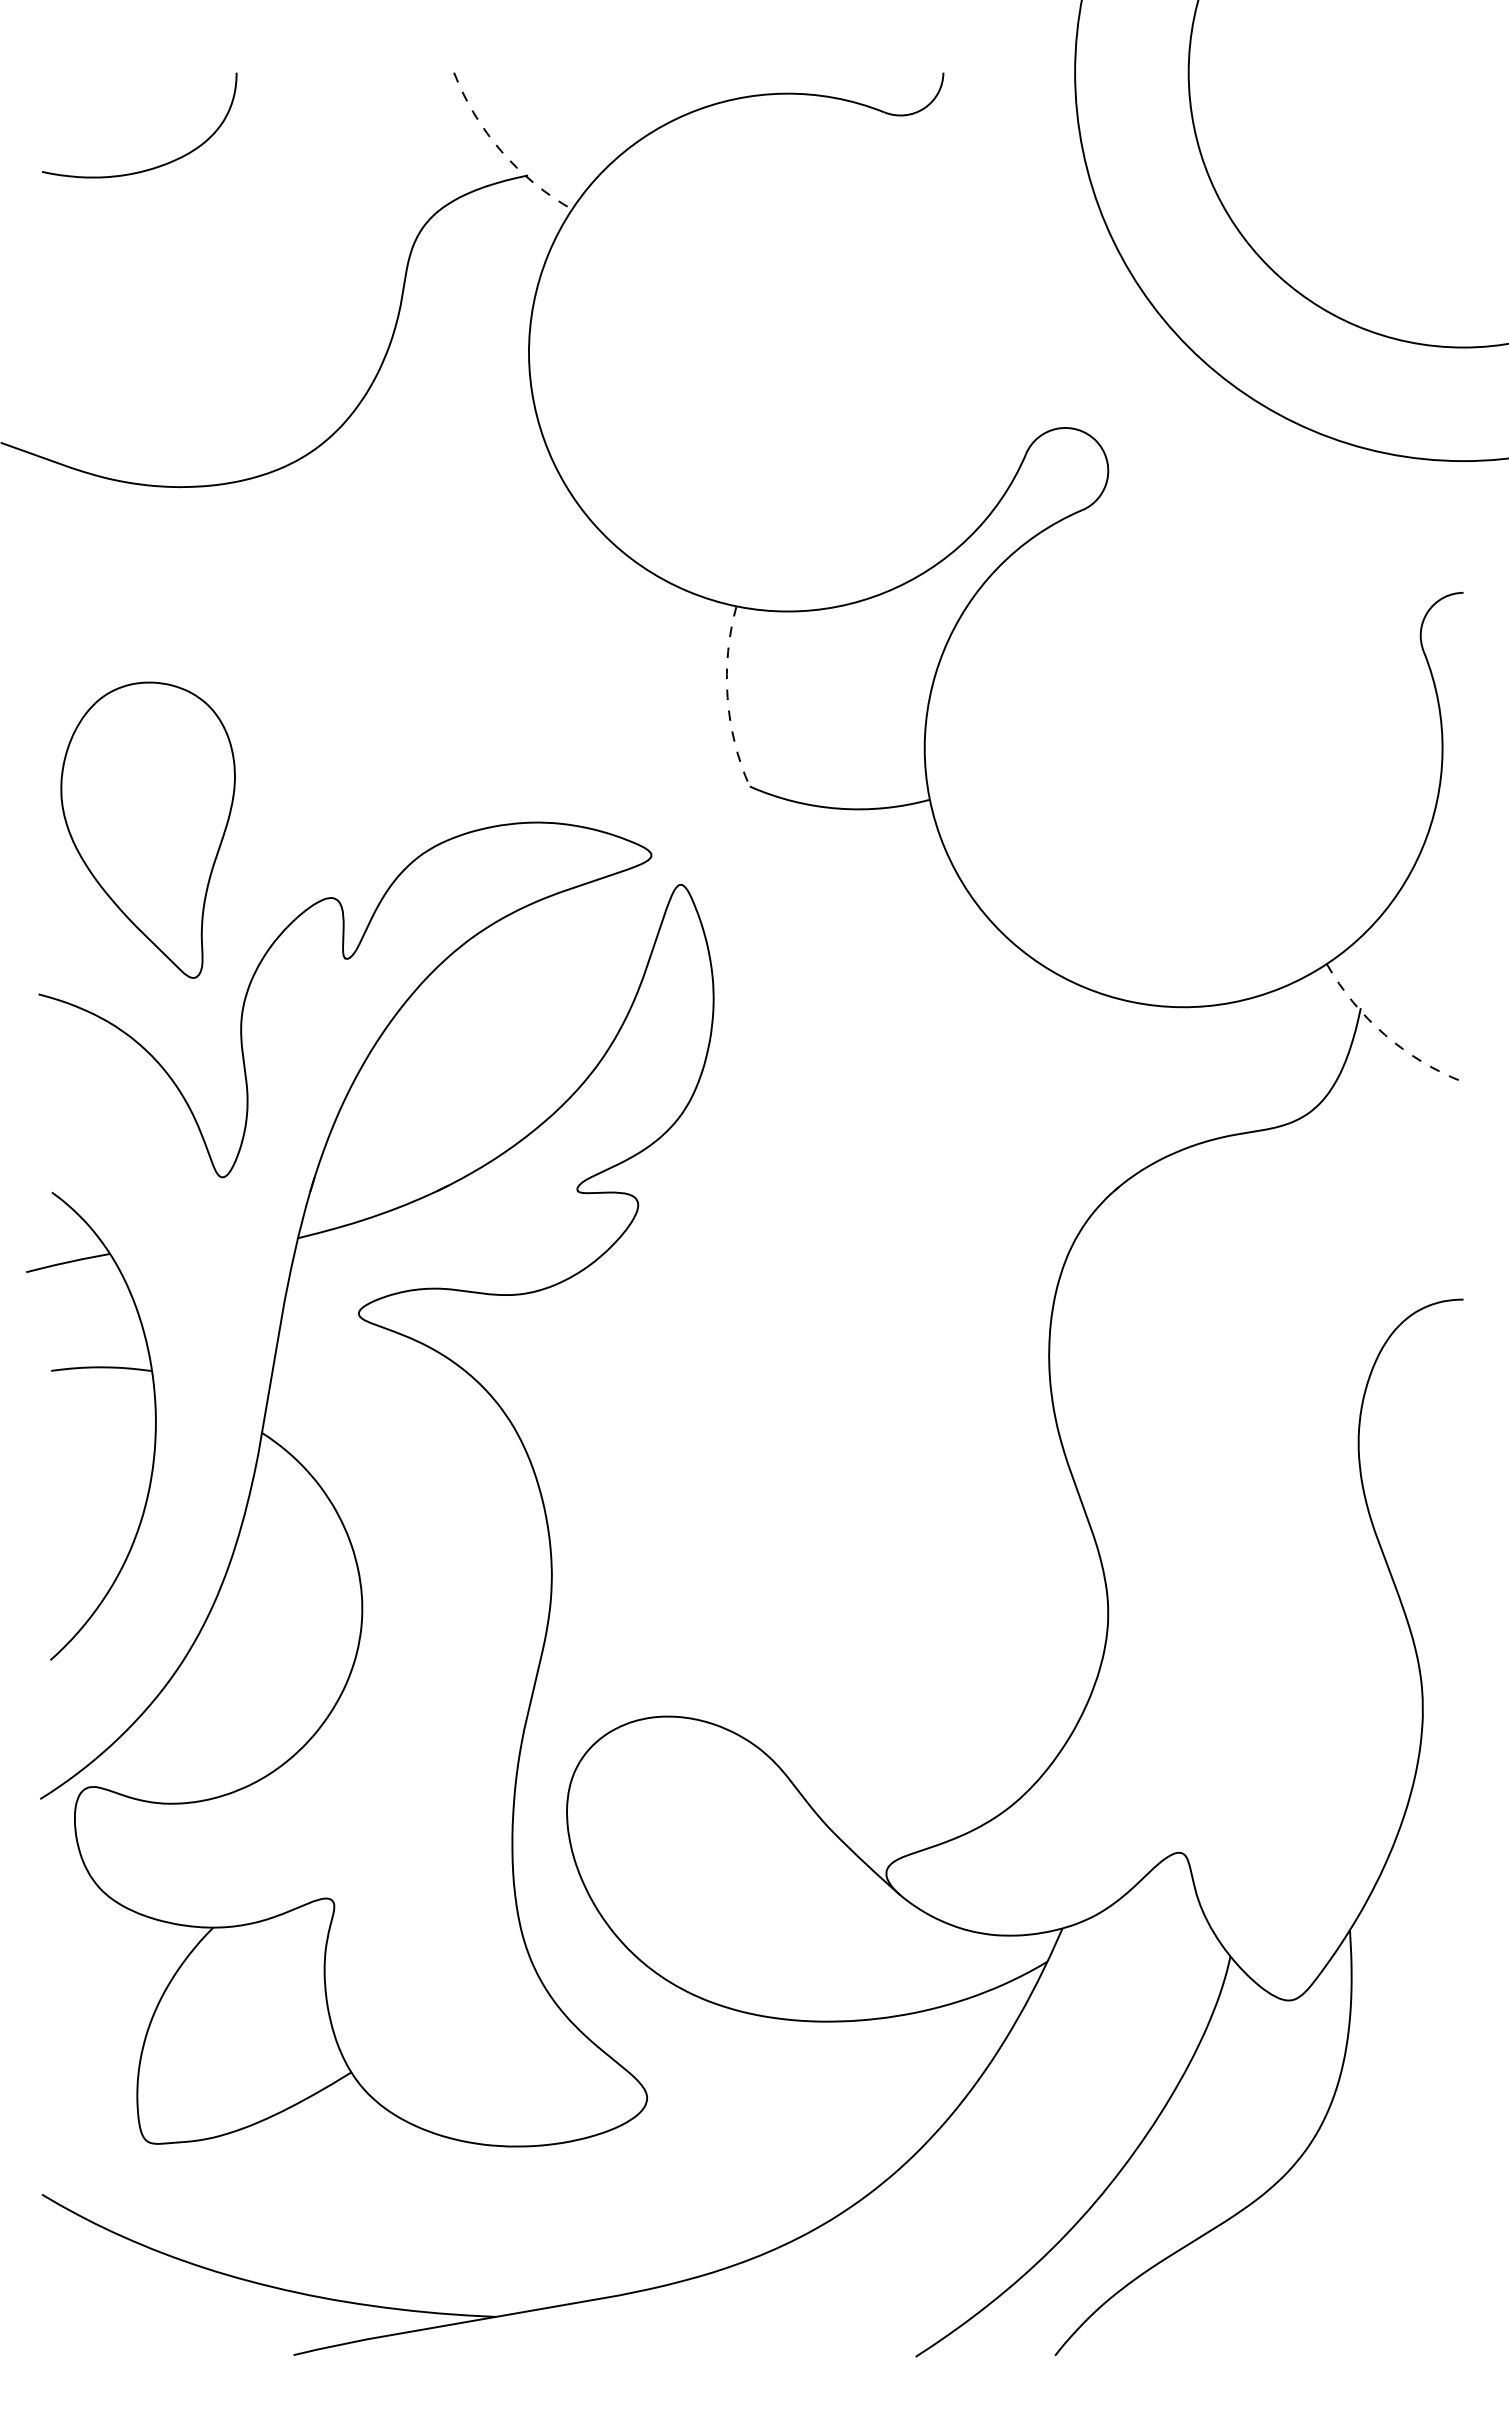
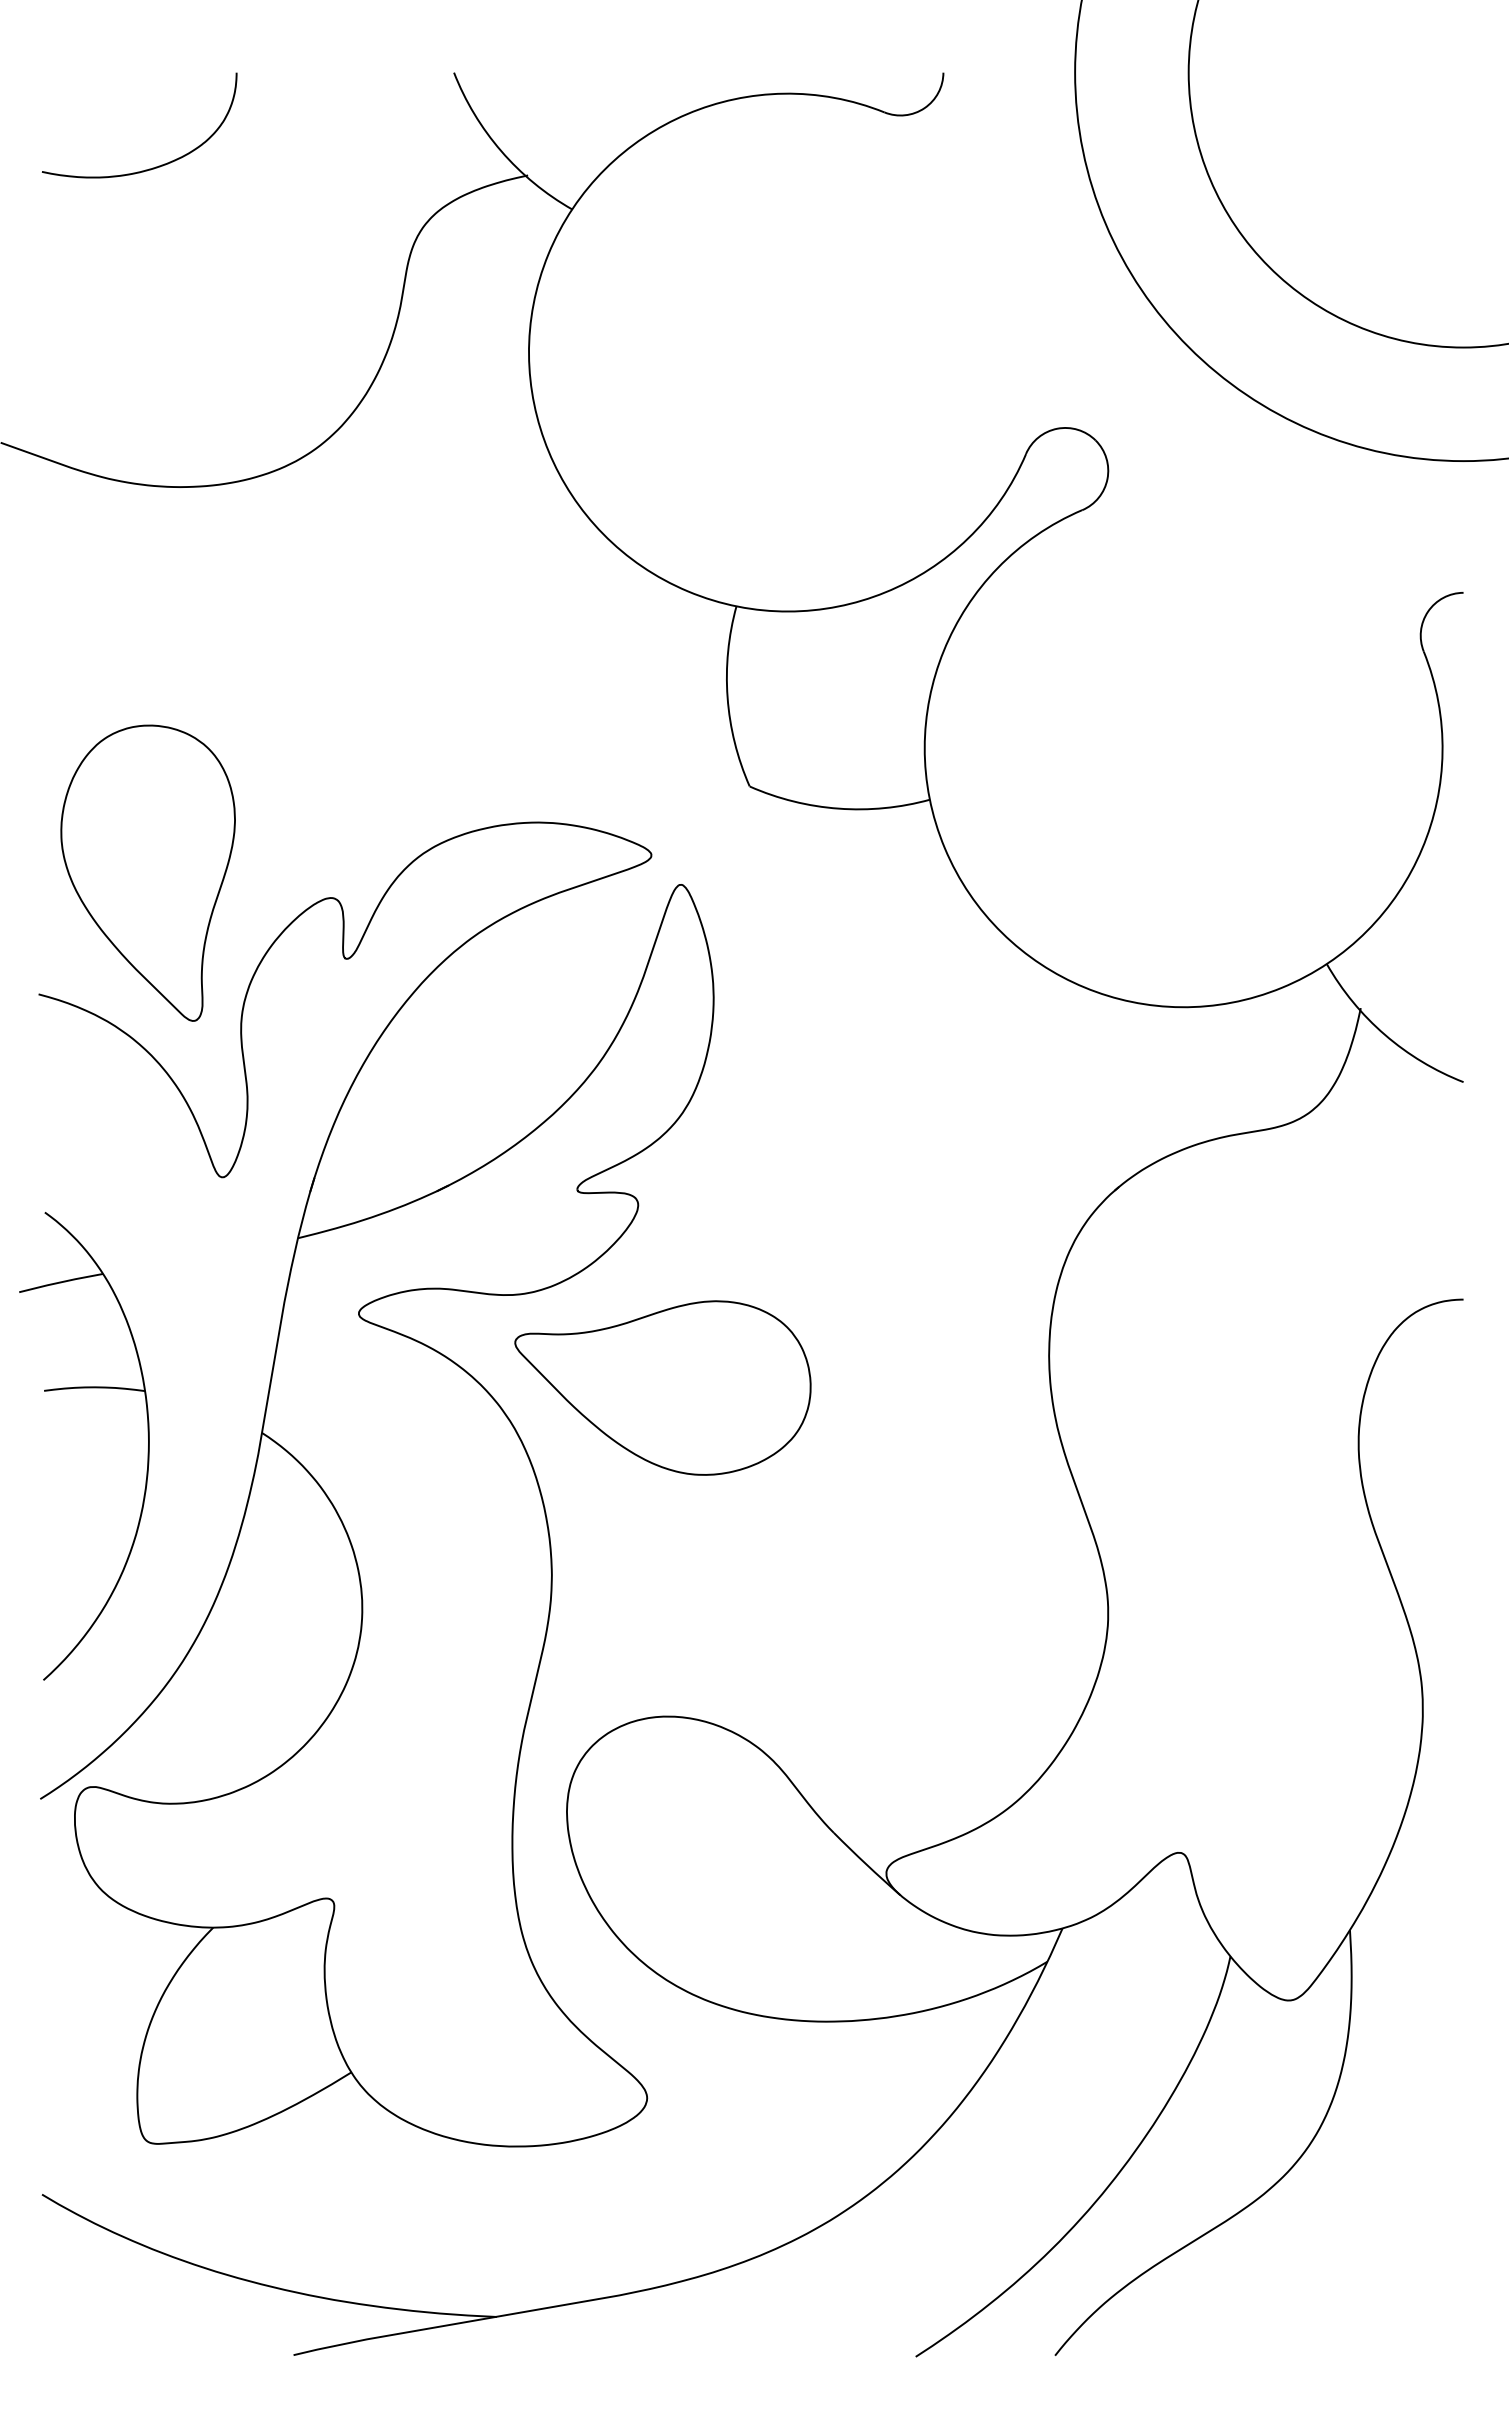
arc at (501, 151): dashed -> solid
arc at (727, 697): dashed -> solid
part at (147, 829) position: (147, 829) -> (147, 872)
arc at (1385, 1034): dashed -> solid
part at (91, 1368) position: (91, 1368) -> (84, 1388)
part at (662, 1387): none -> present
